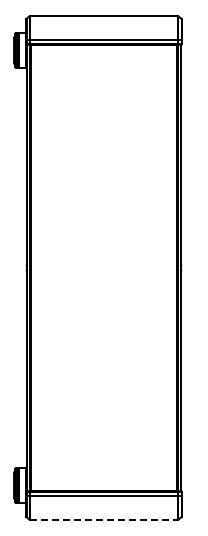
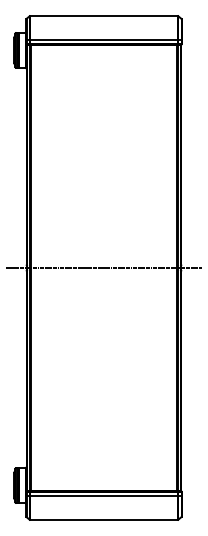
line at (103, 268): none -> present
line at (104, 519): dashed -> solid
